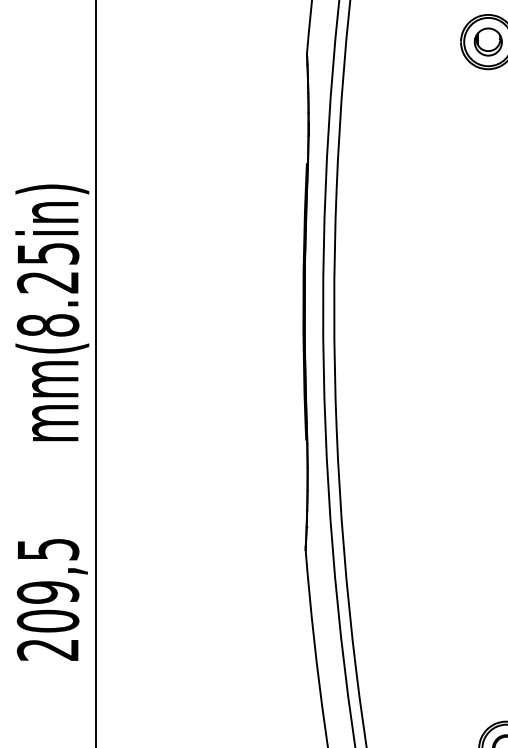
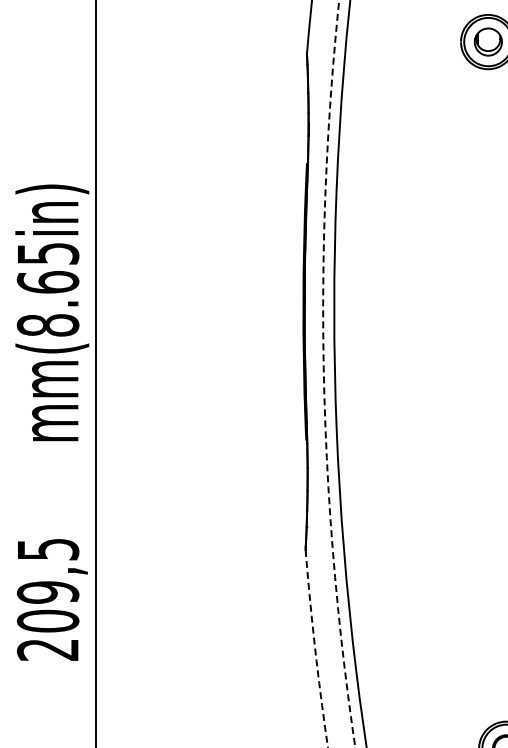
text at (47, 281): mm(8.25in) -> mm(8.65in)
arc at (323, 372): solid -> dashed
arc at (315, 648): solid -> dashed
